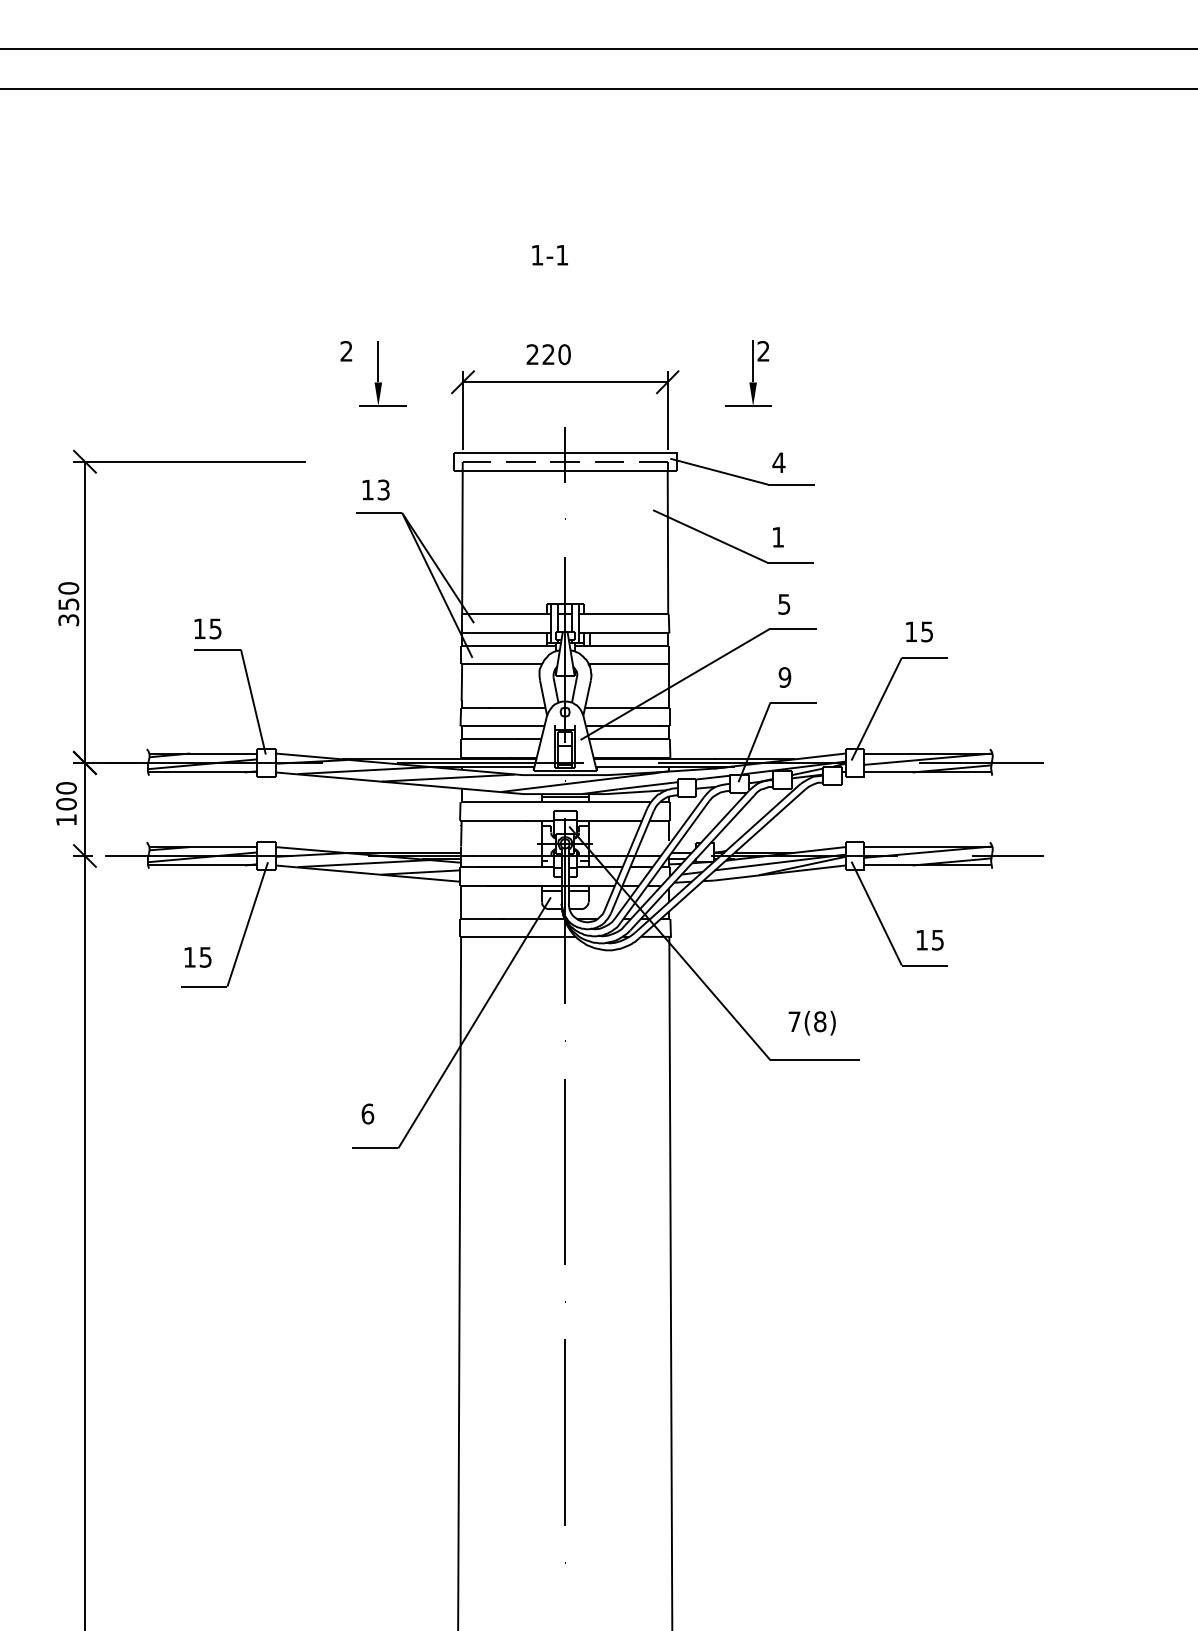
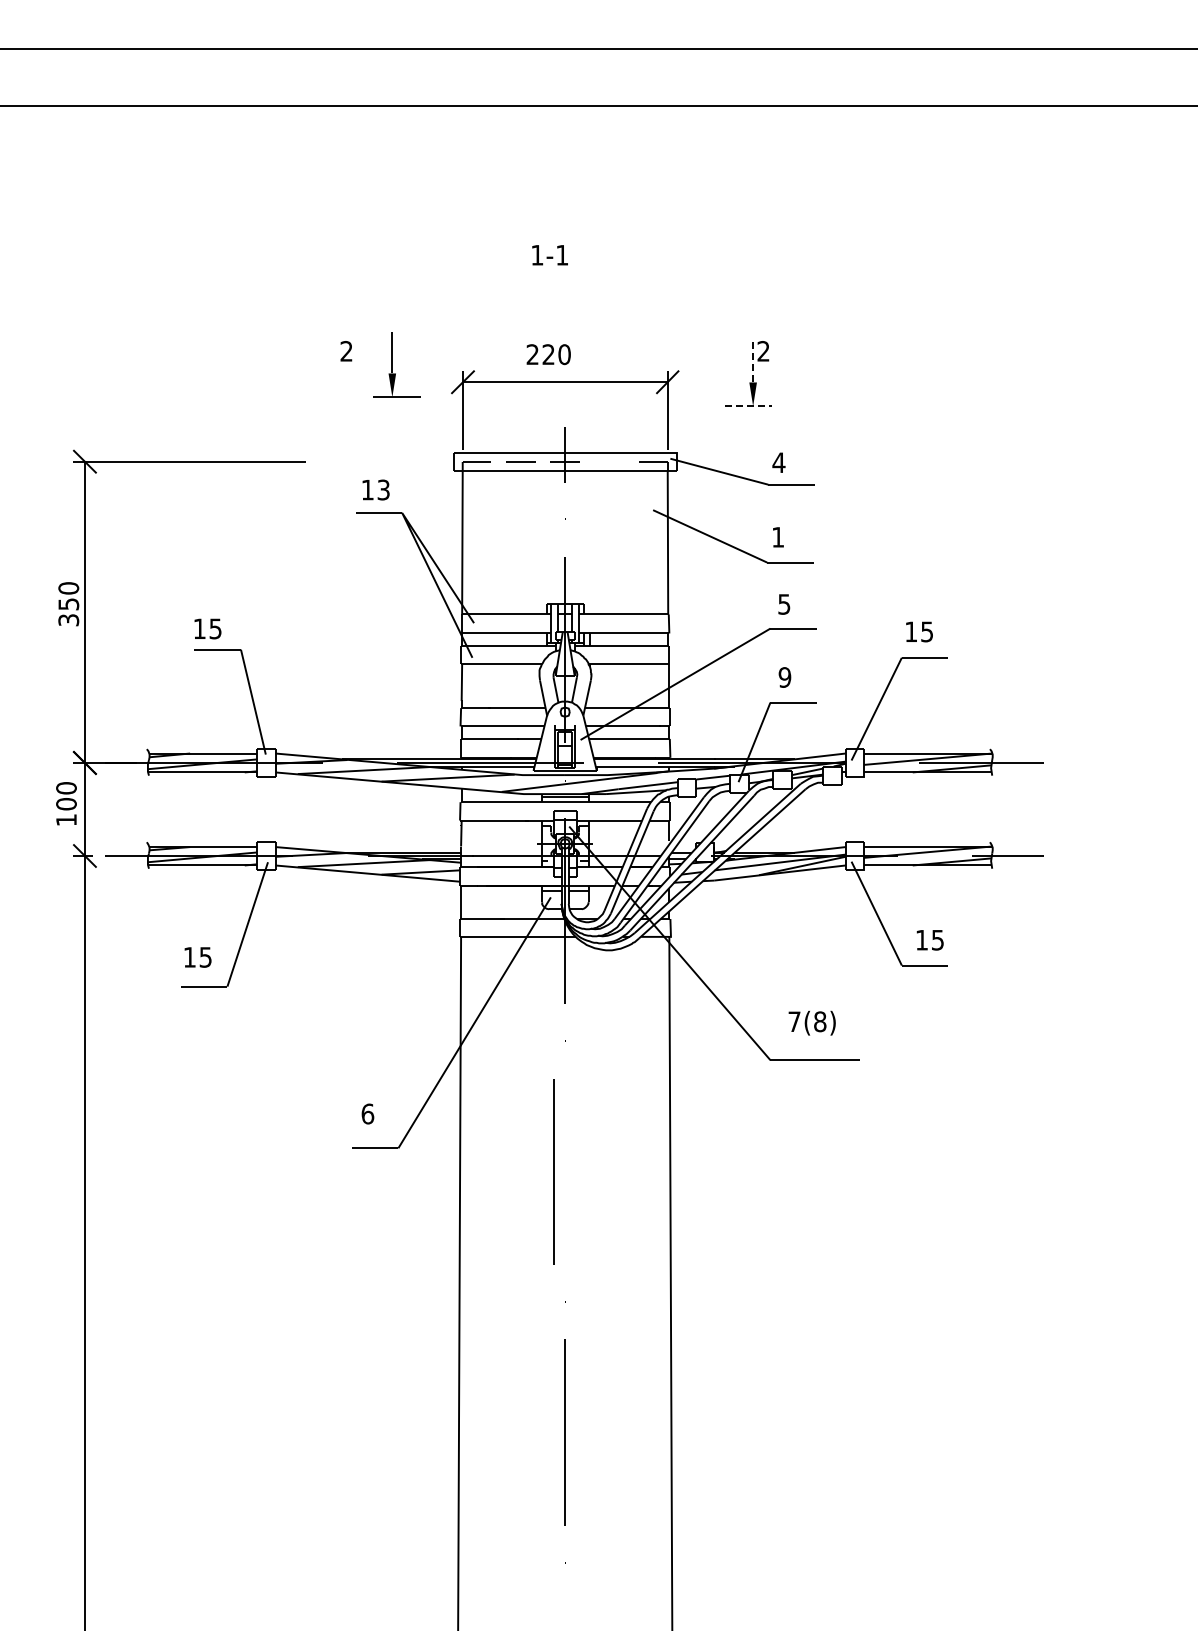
line at (598, 89) position: (598, 89) -> (598, 106)
line at (753, 361): solid -> dashed
part at (382, 373) position: (382, 373) -> (396, 364)
line at (748, 406): solid -> dashed
line at (609, 461): present -> none
line at (564, 1171) position: (564, 1171) -> (553, 1171)
